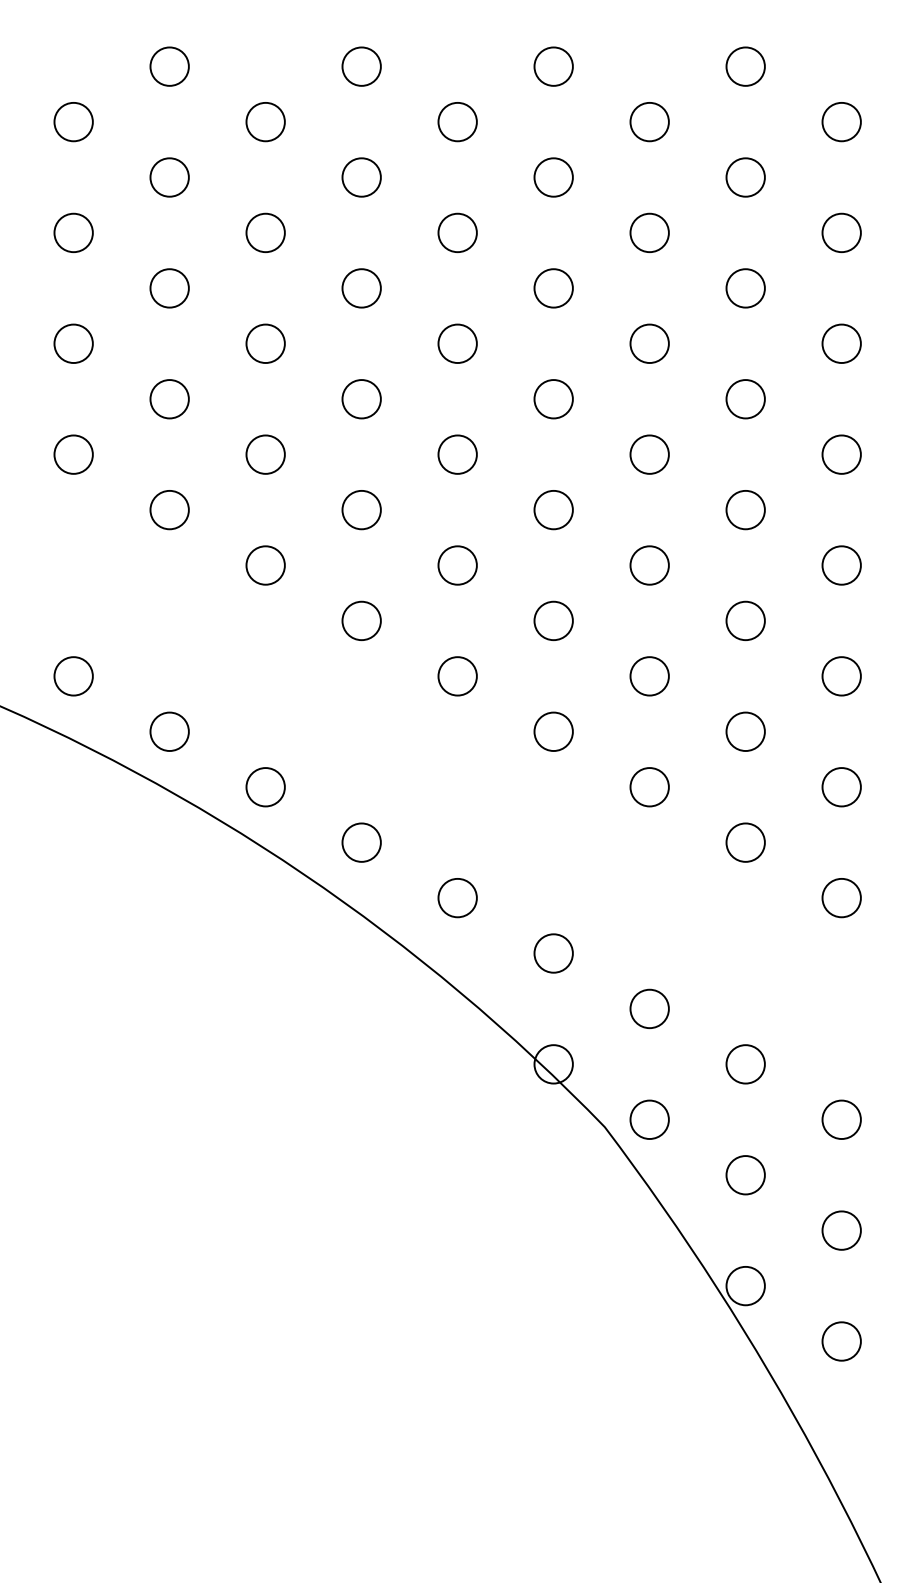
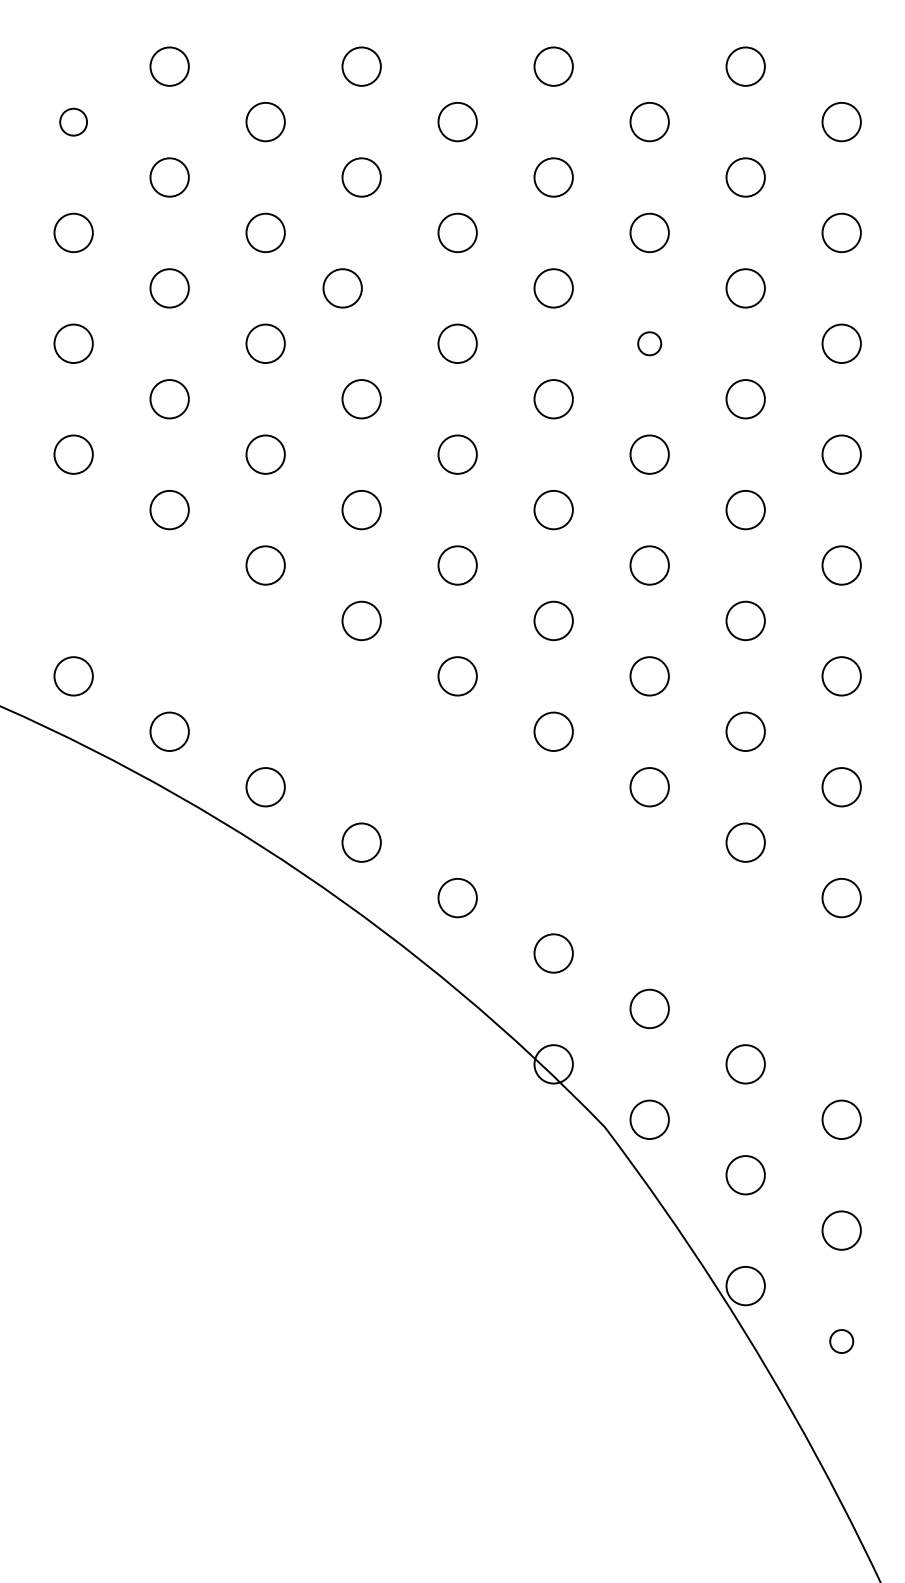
circle at (73, 122) size: 41x41 px -> 29x30 px
circle at (361, 288) position: (361, 288) -> (342, 288)
circle at (649, 343) diameter: 38 px -> 23 px
circle at (841, 1341) diameter: 38 px -> 23 px
